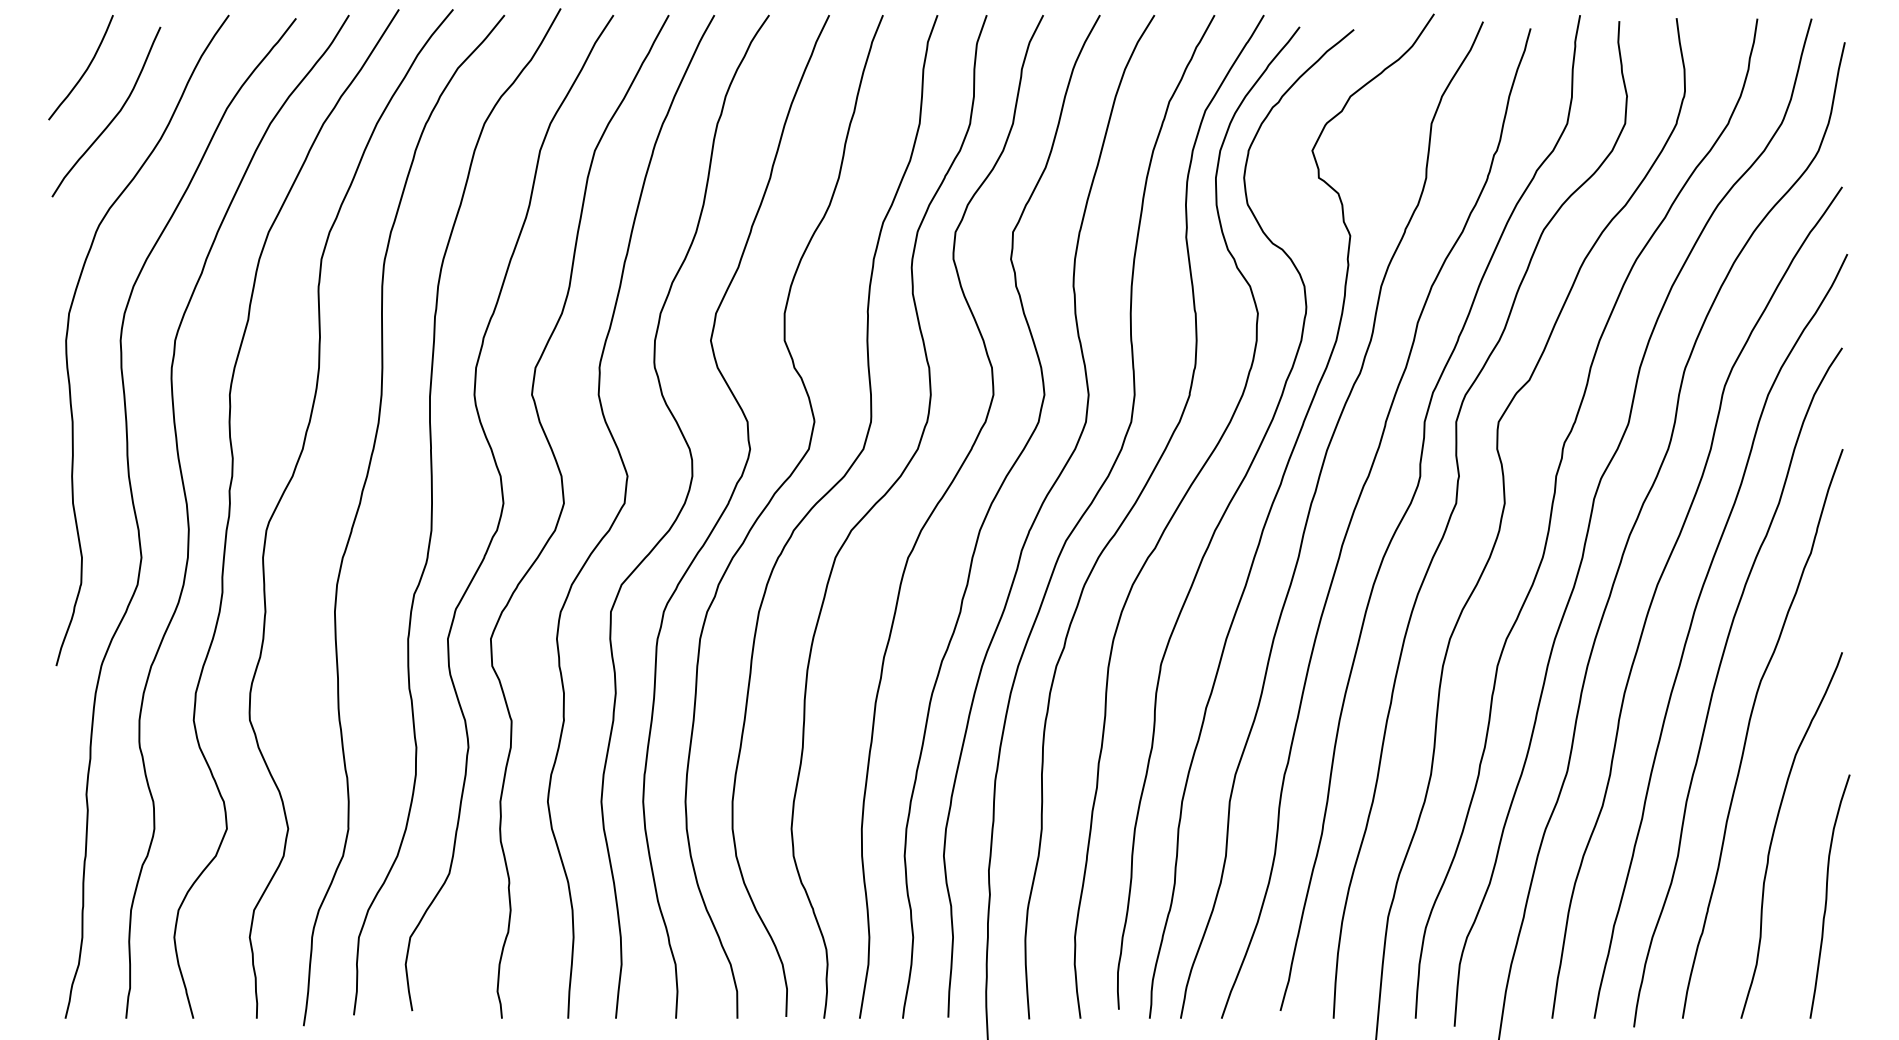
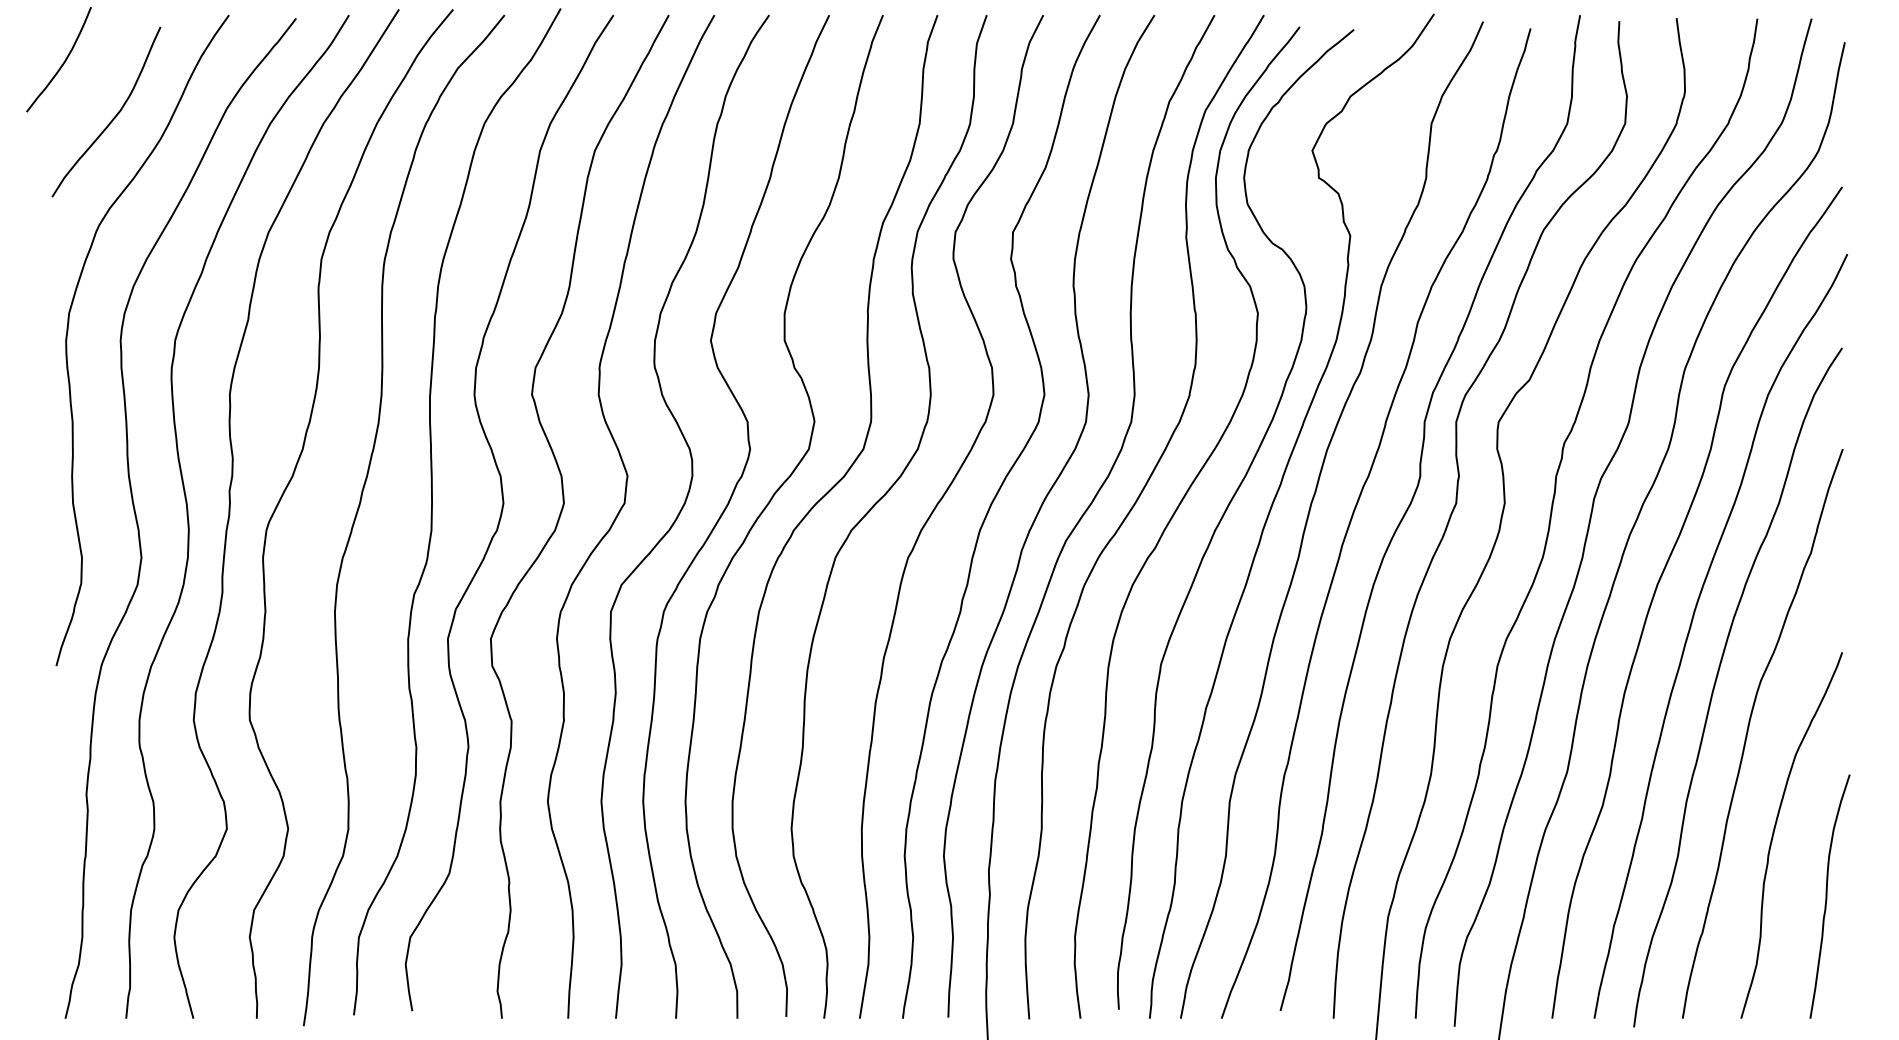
curve at (85, 69) position: (85, 69) -> (63, 61)
